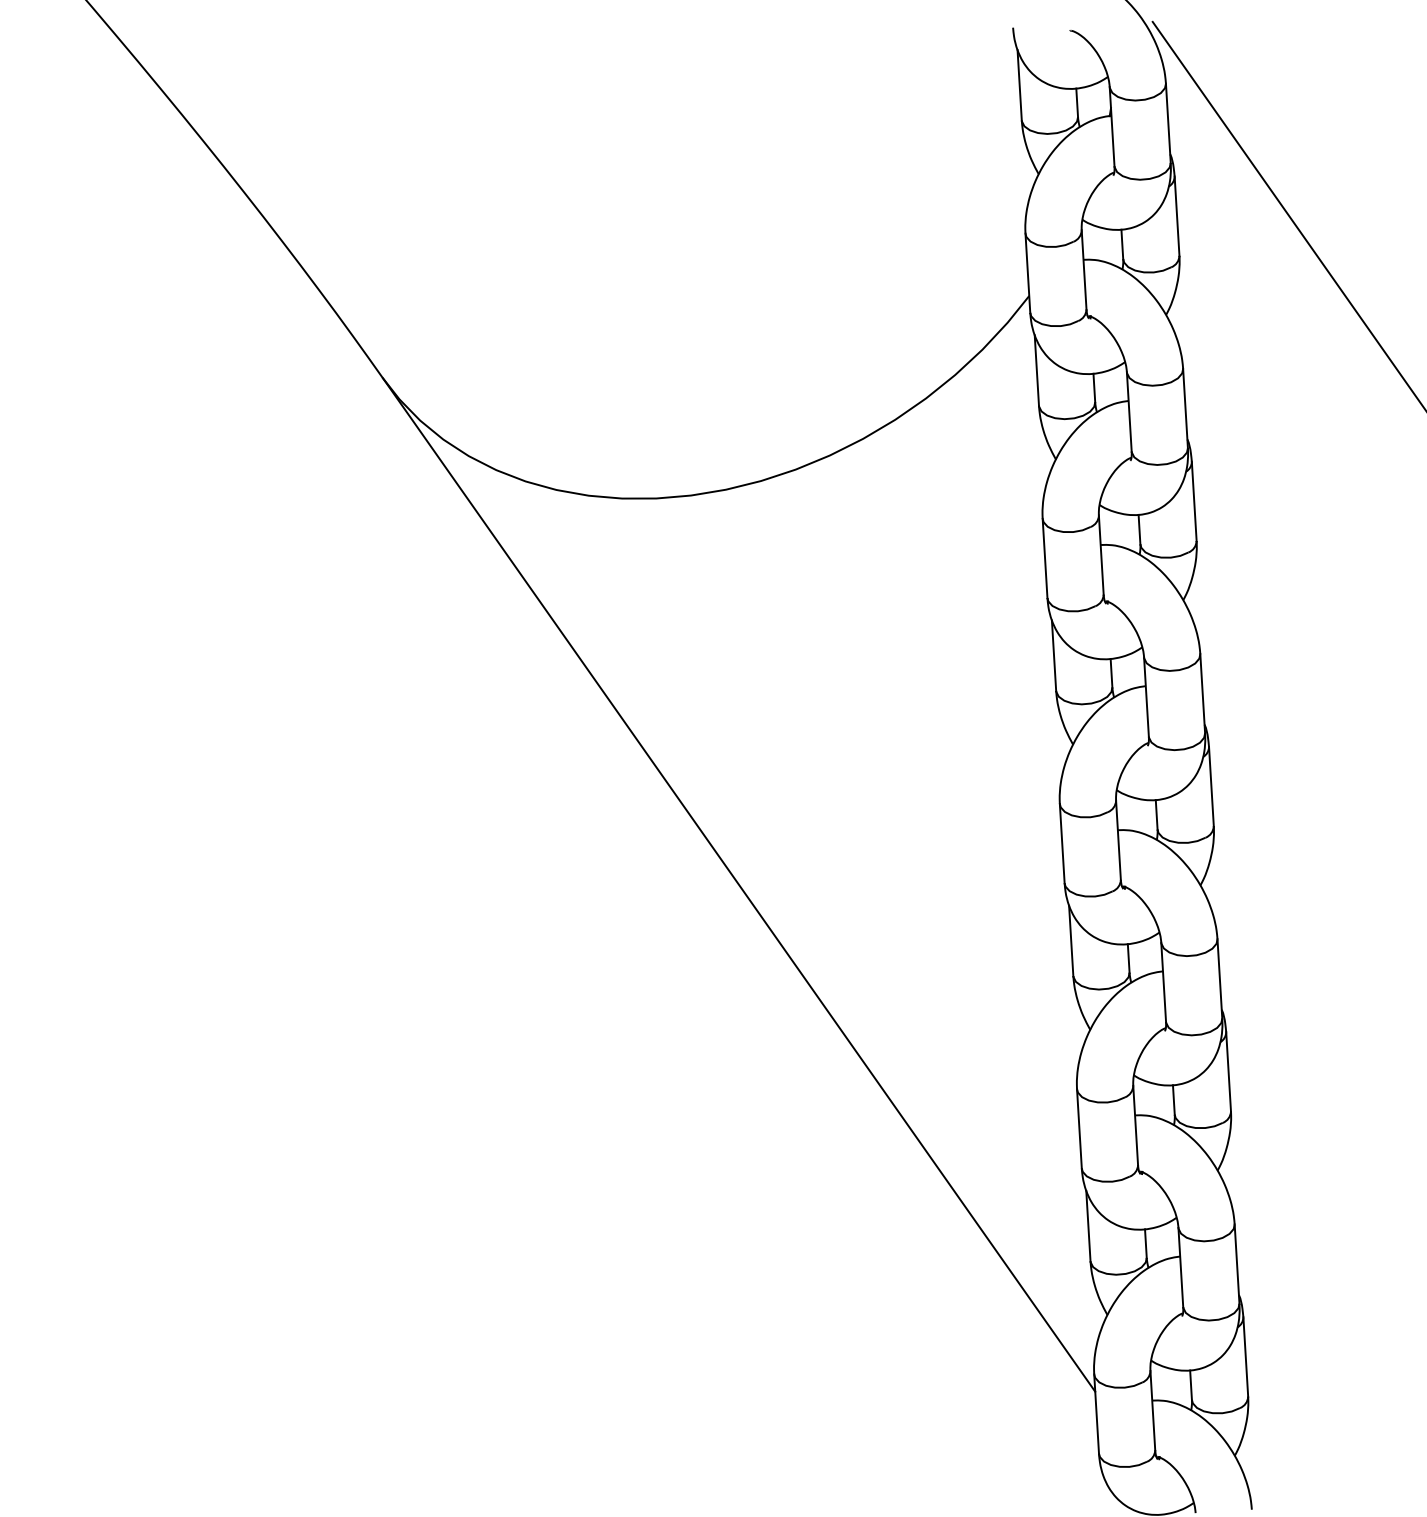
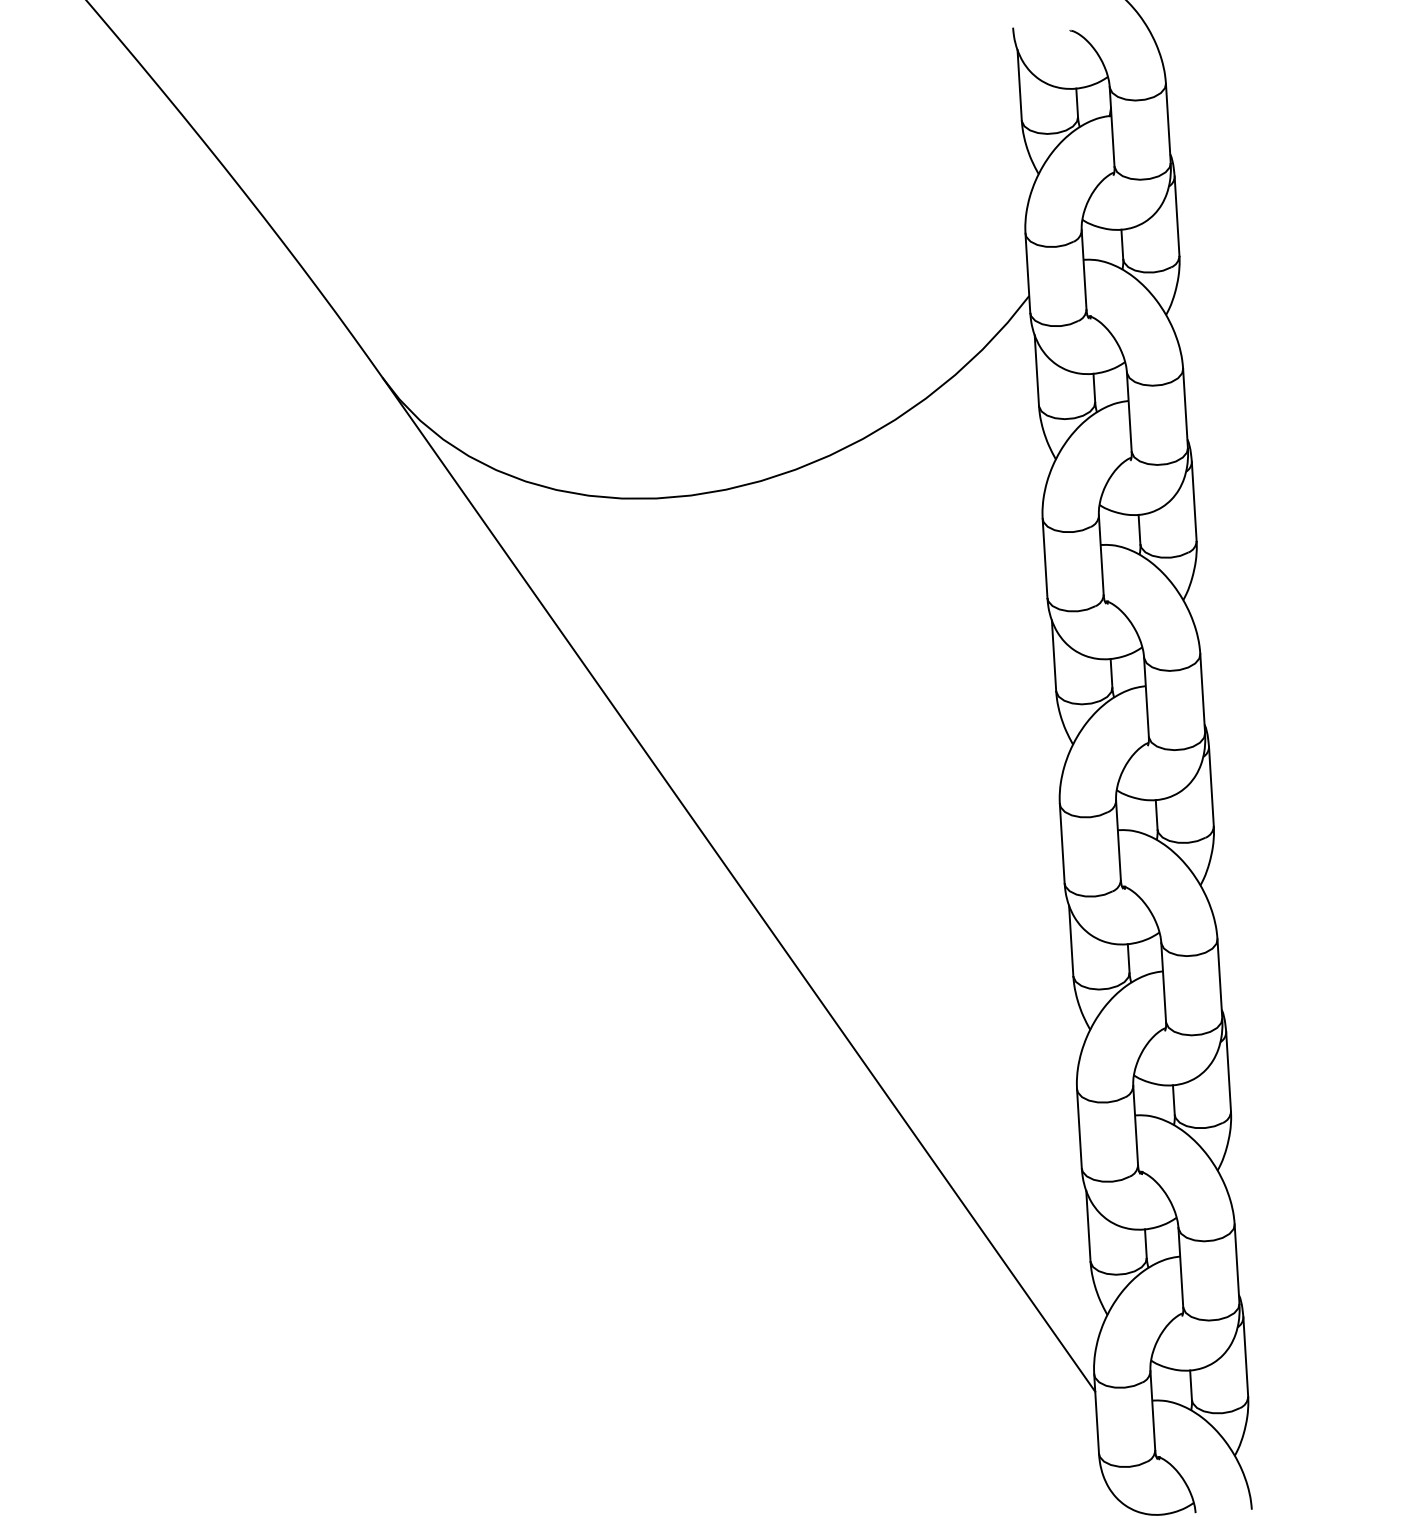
line at (1287, 214): present -> none
